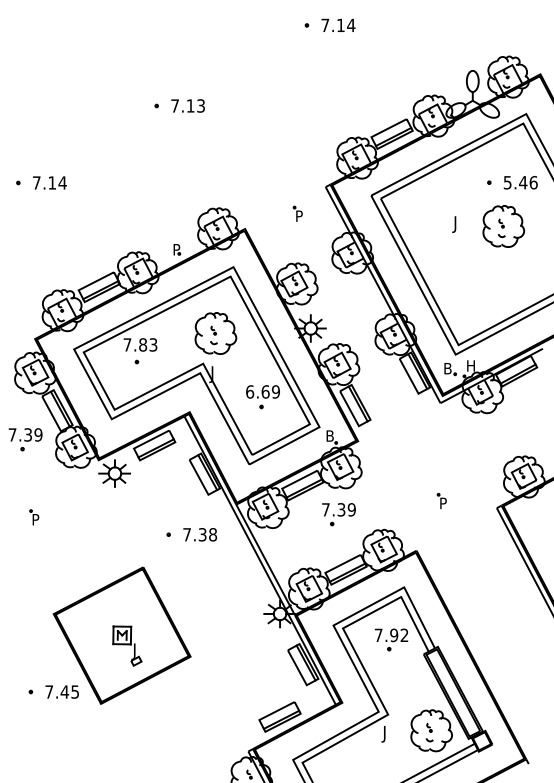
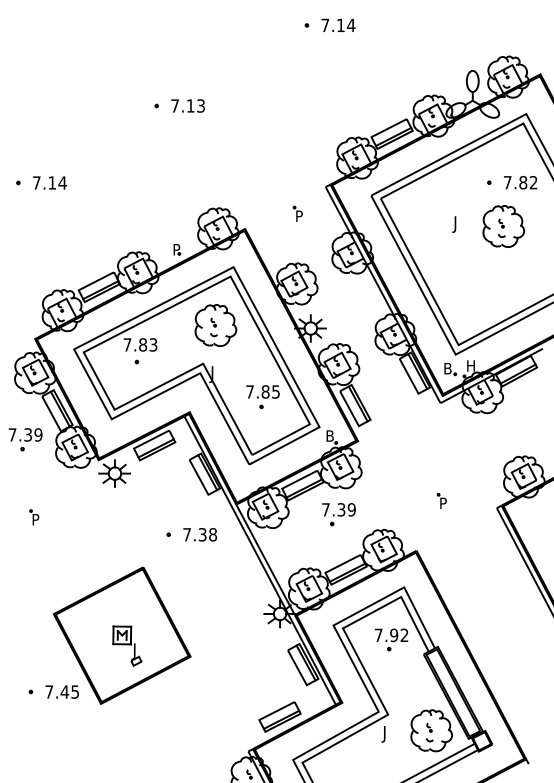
text at (520, 182): 5.46 -> 7.82
part at (215, 333) position: (215, 333) -> (215, 325)
text at (262, 391): 6.69 -> 7.85
